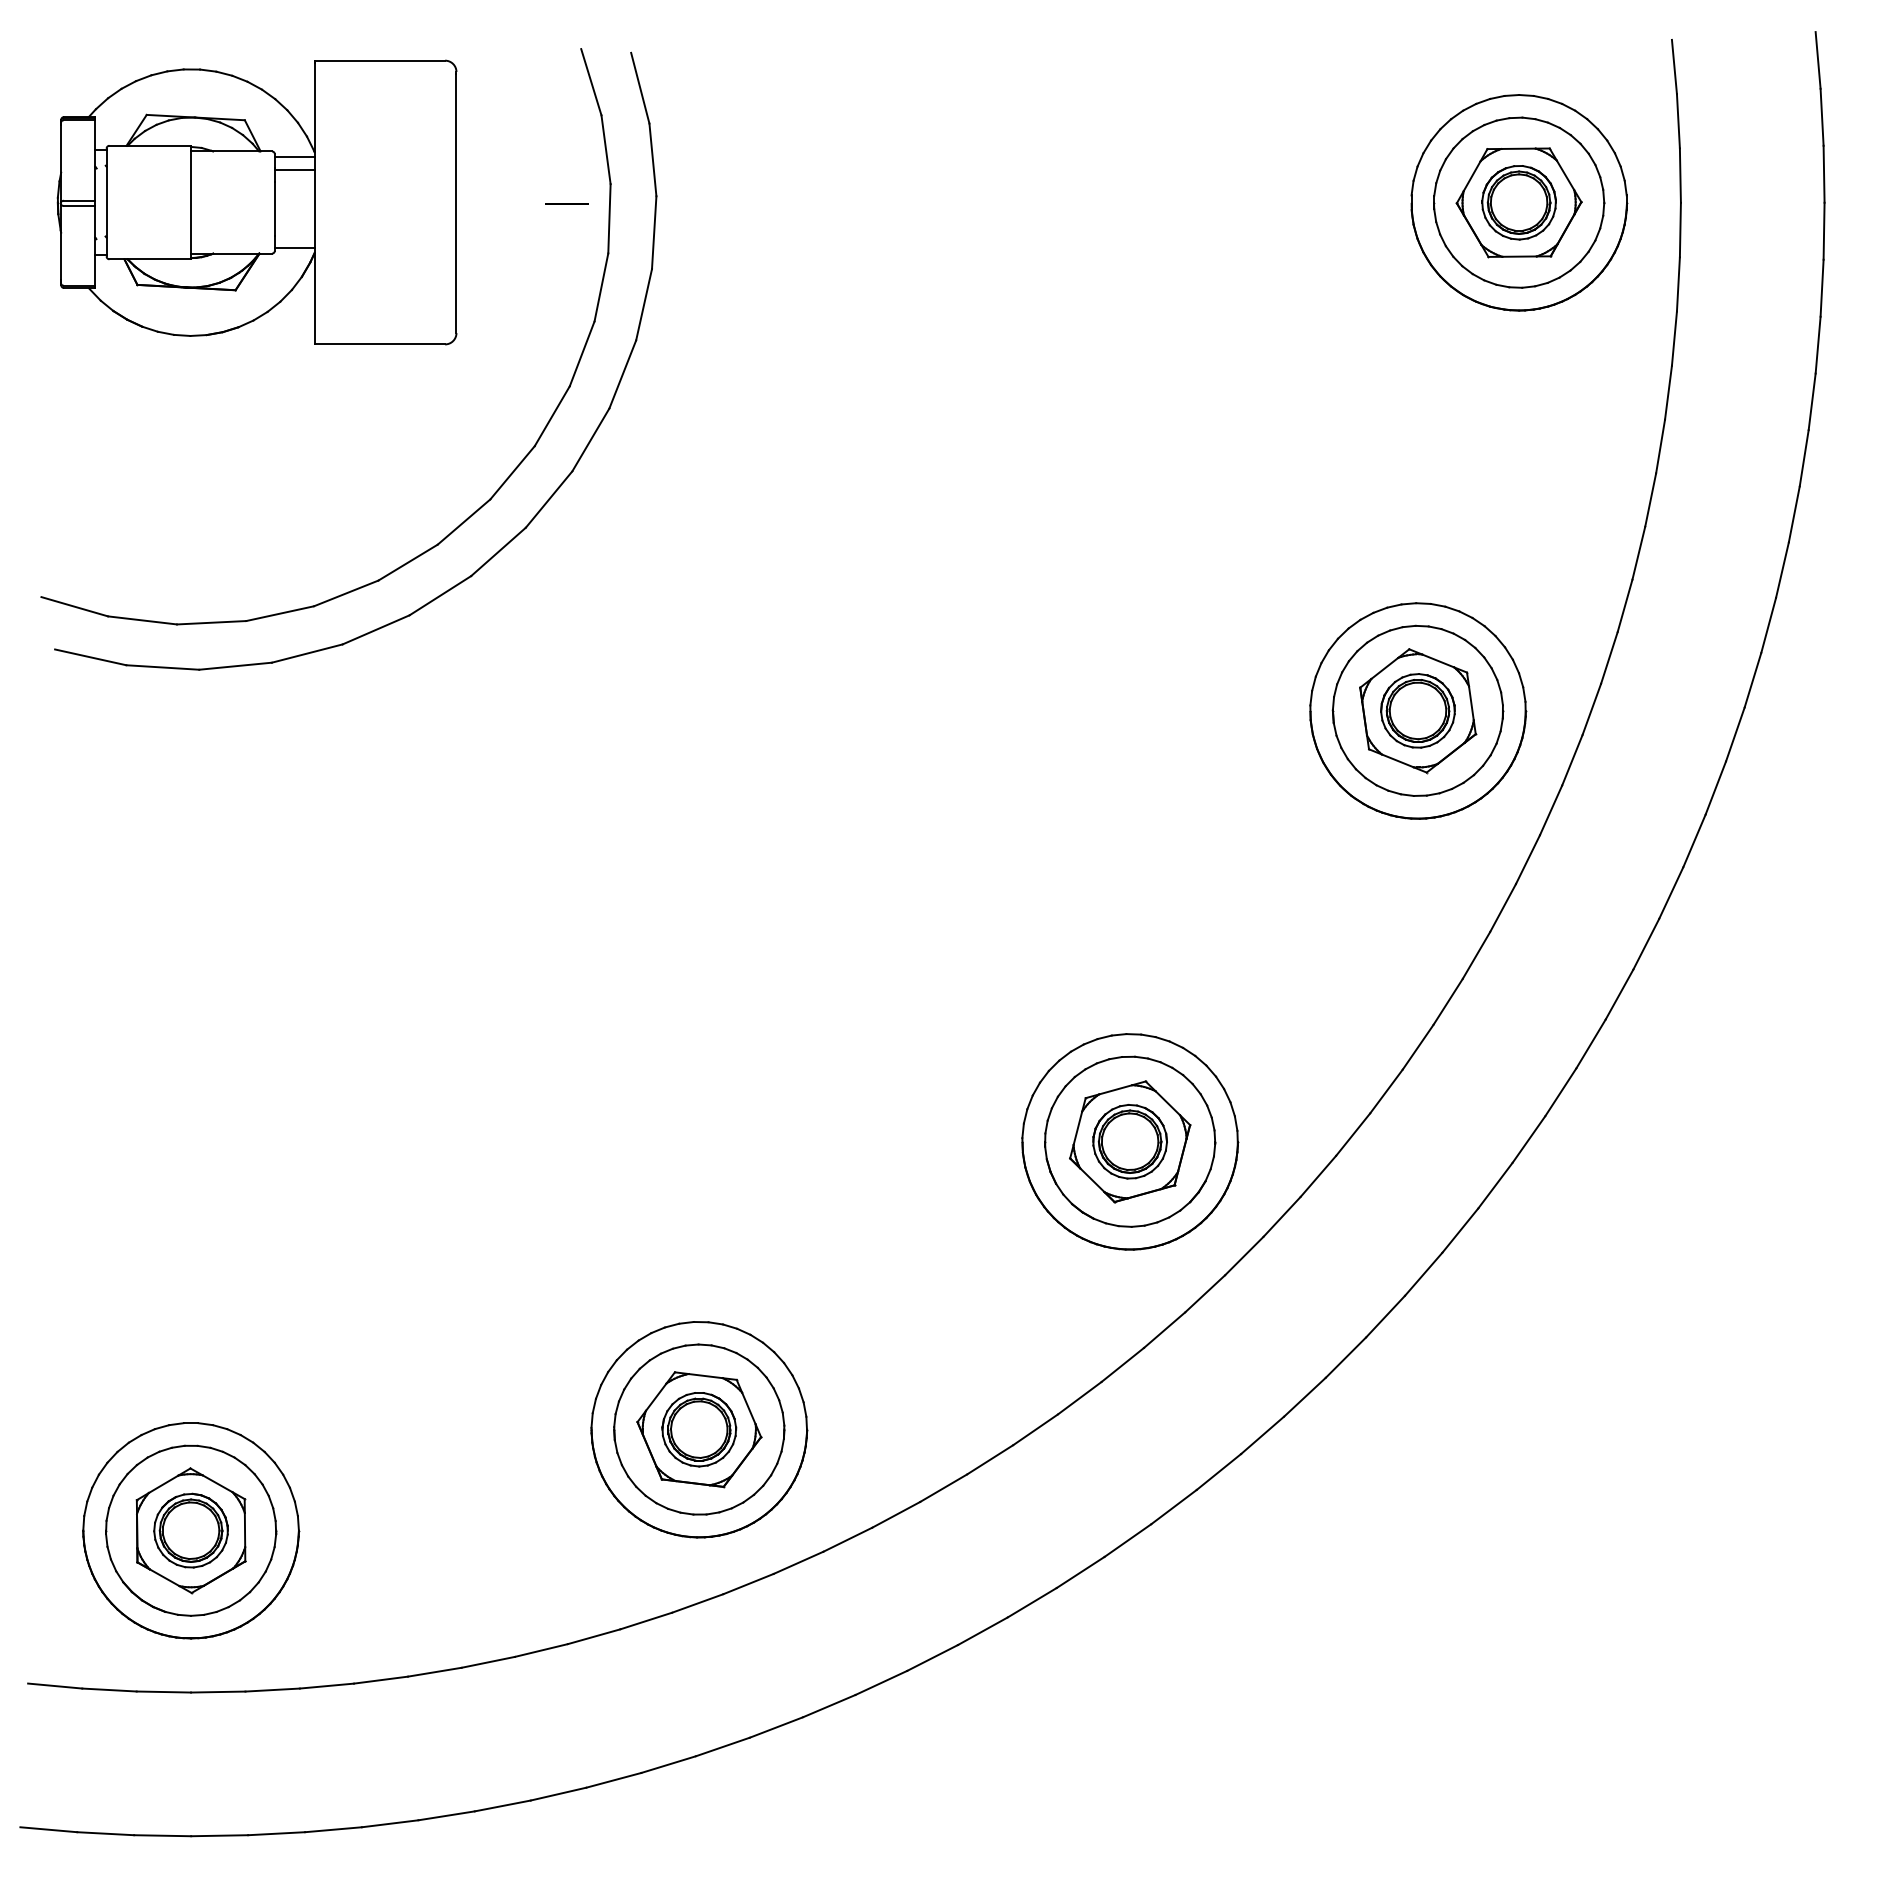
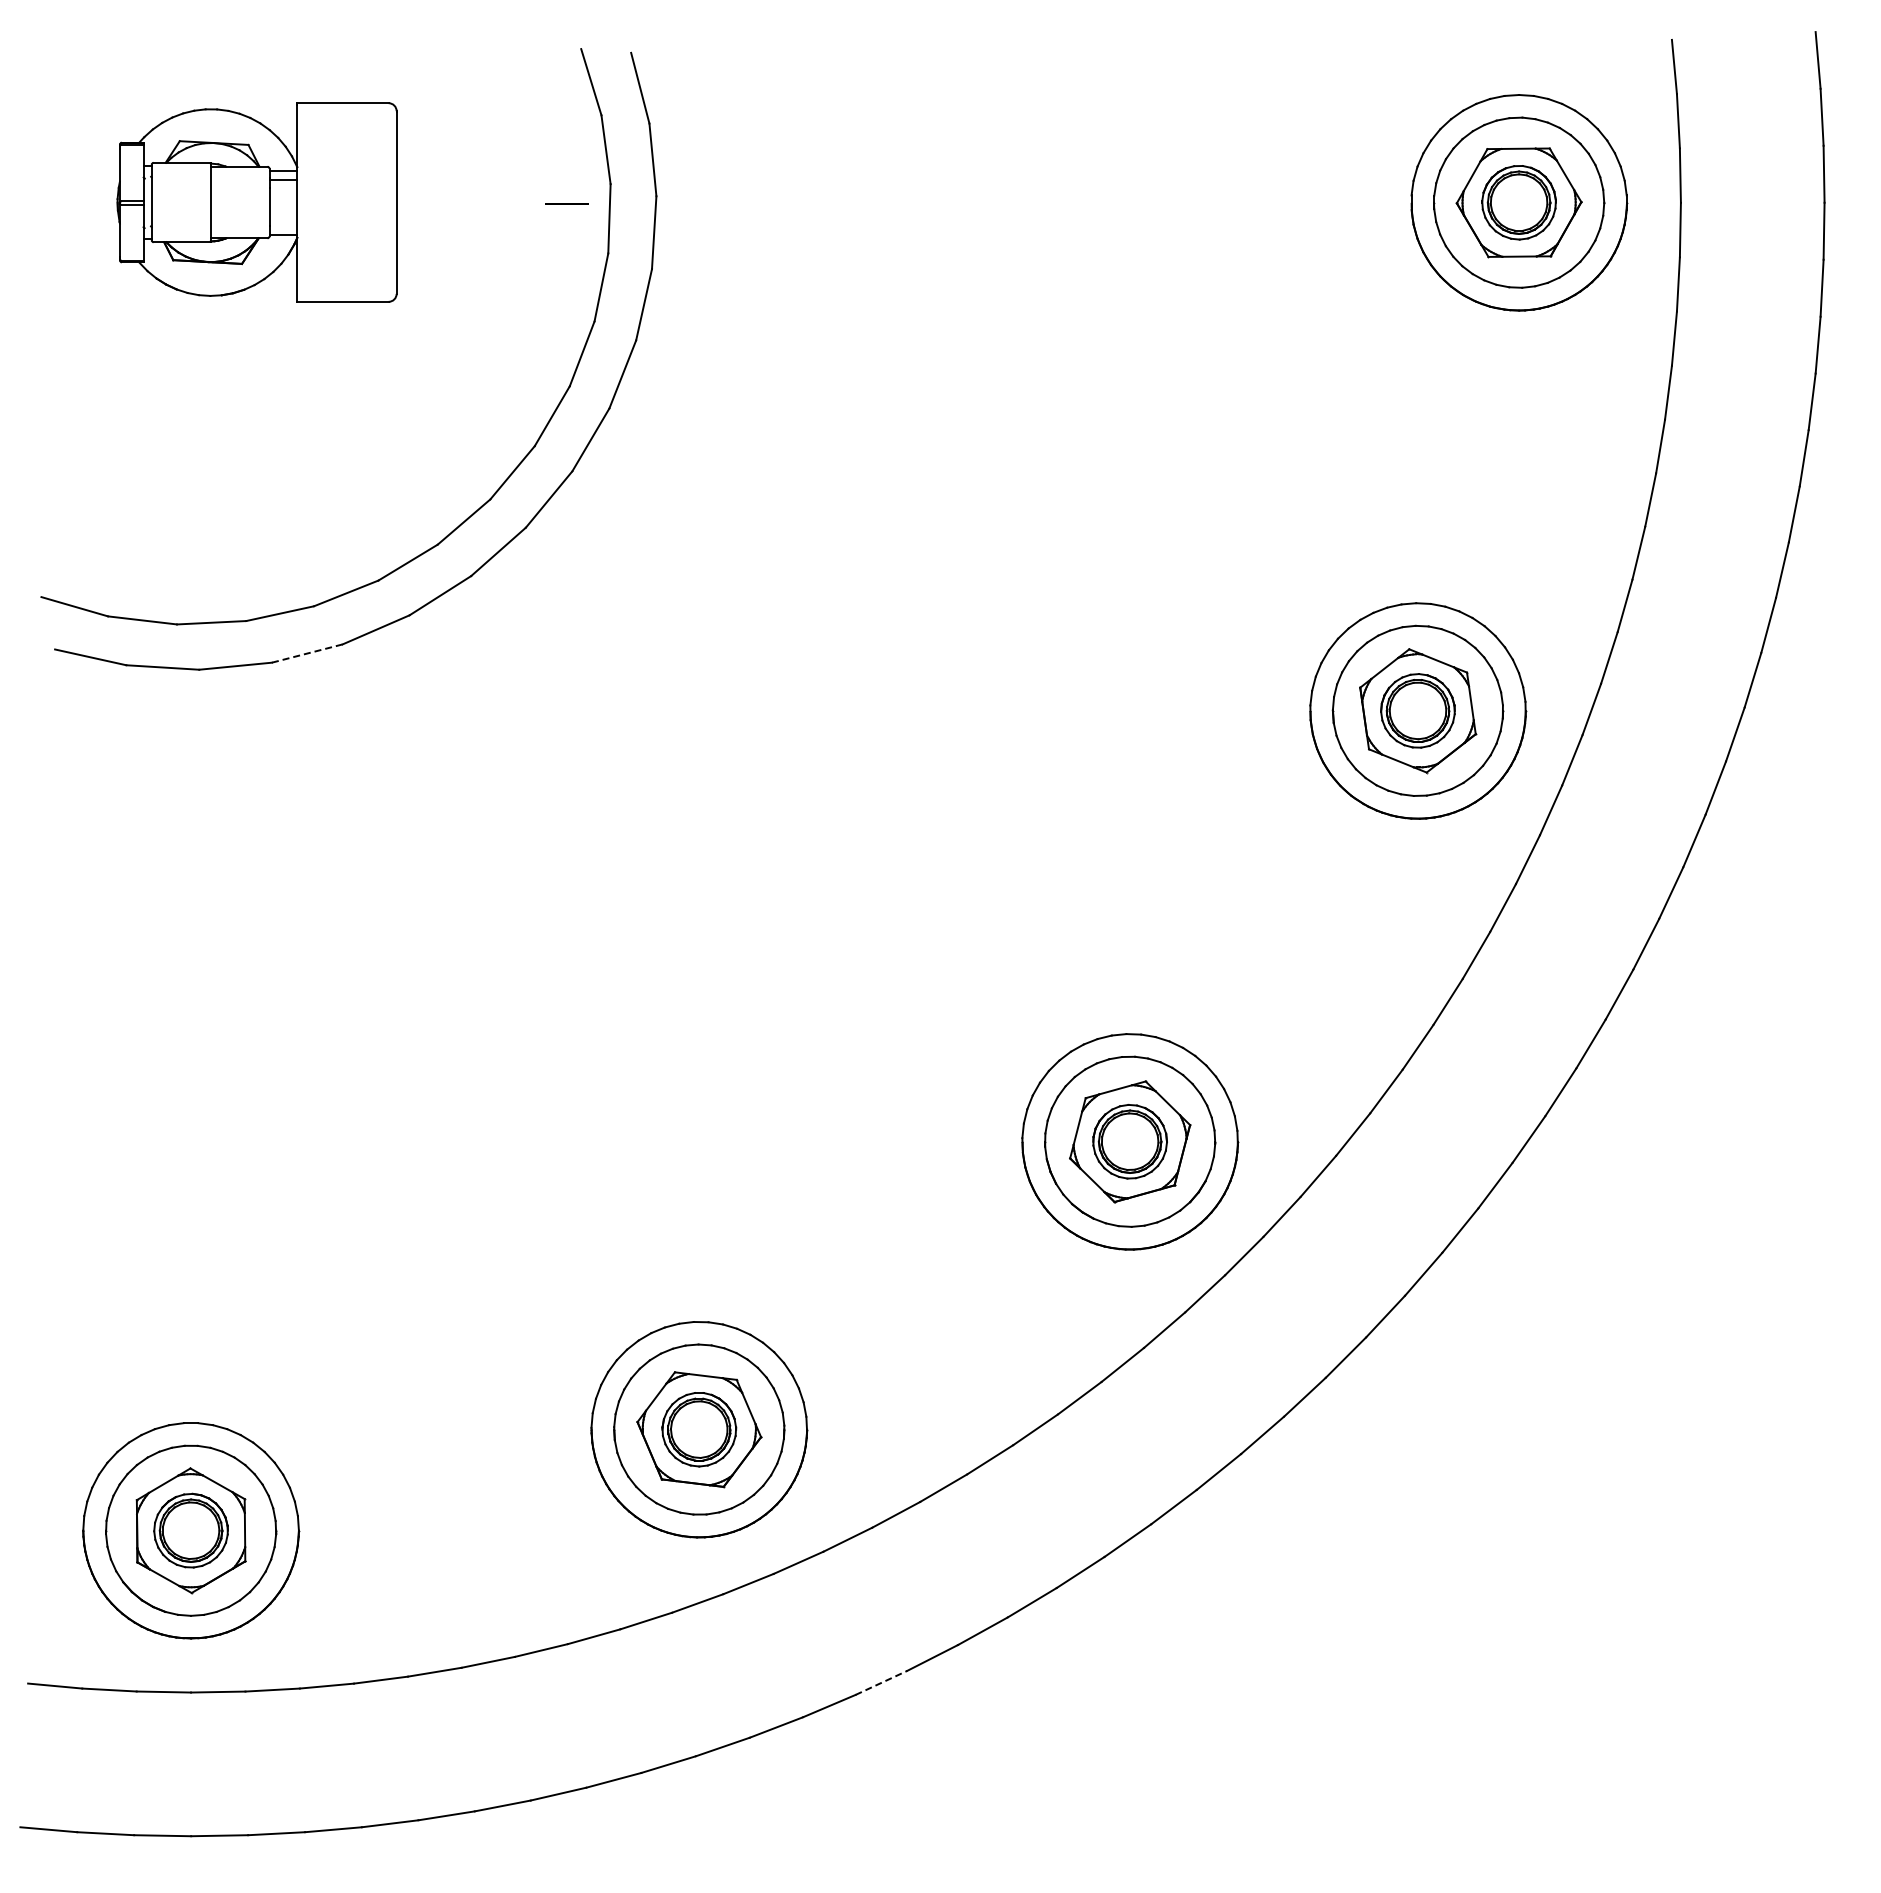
part at (256, 202) size: 402x287 px -> 282x201 px
line at (307, 653): solid -> dashed
line at (881, 1682): solid -> dashed
